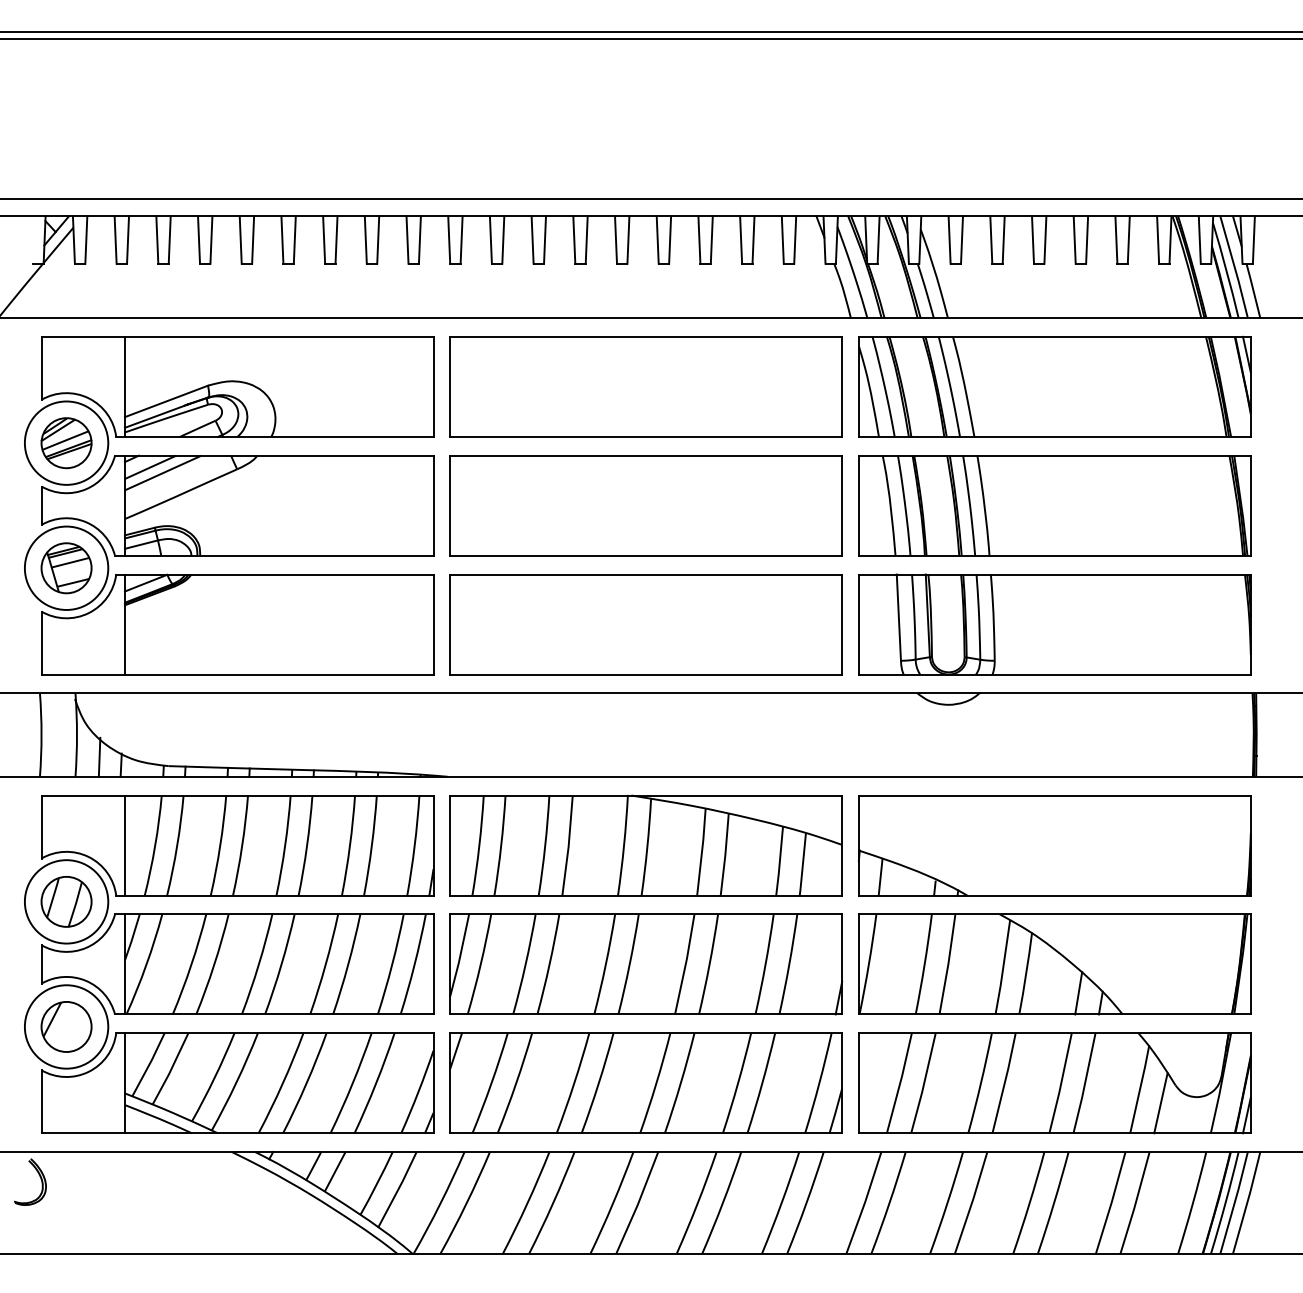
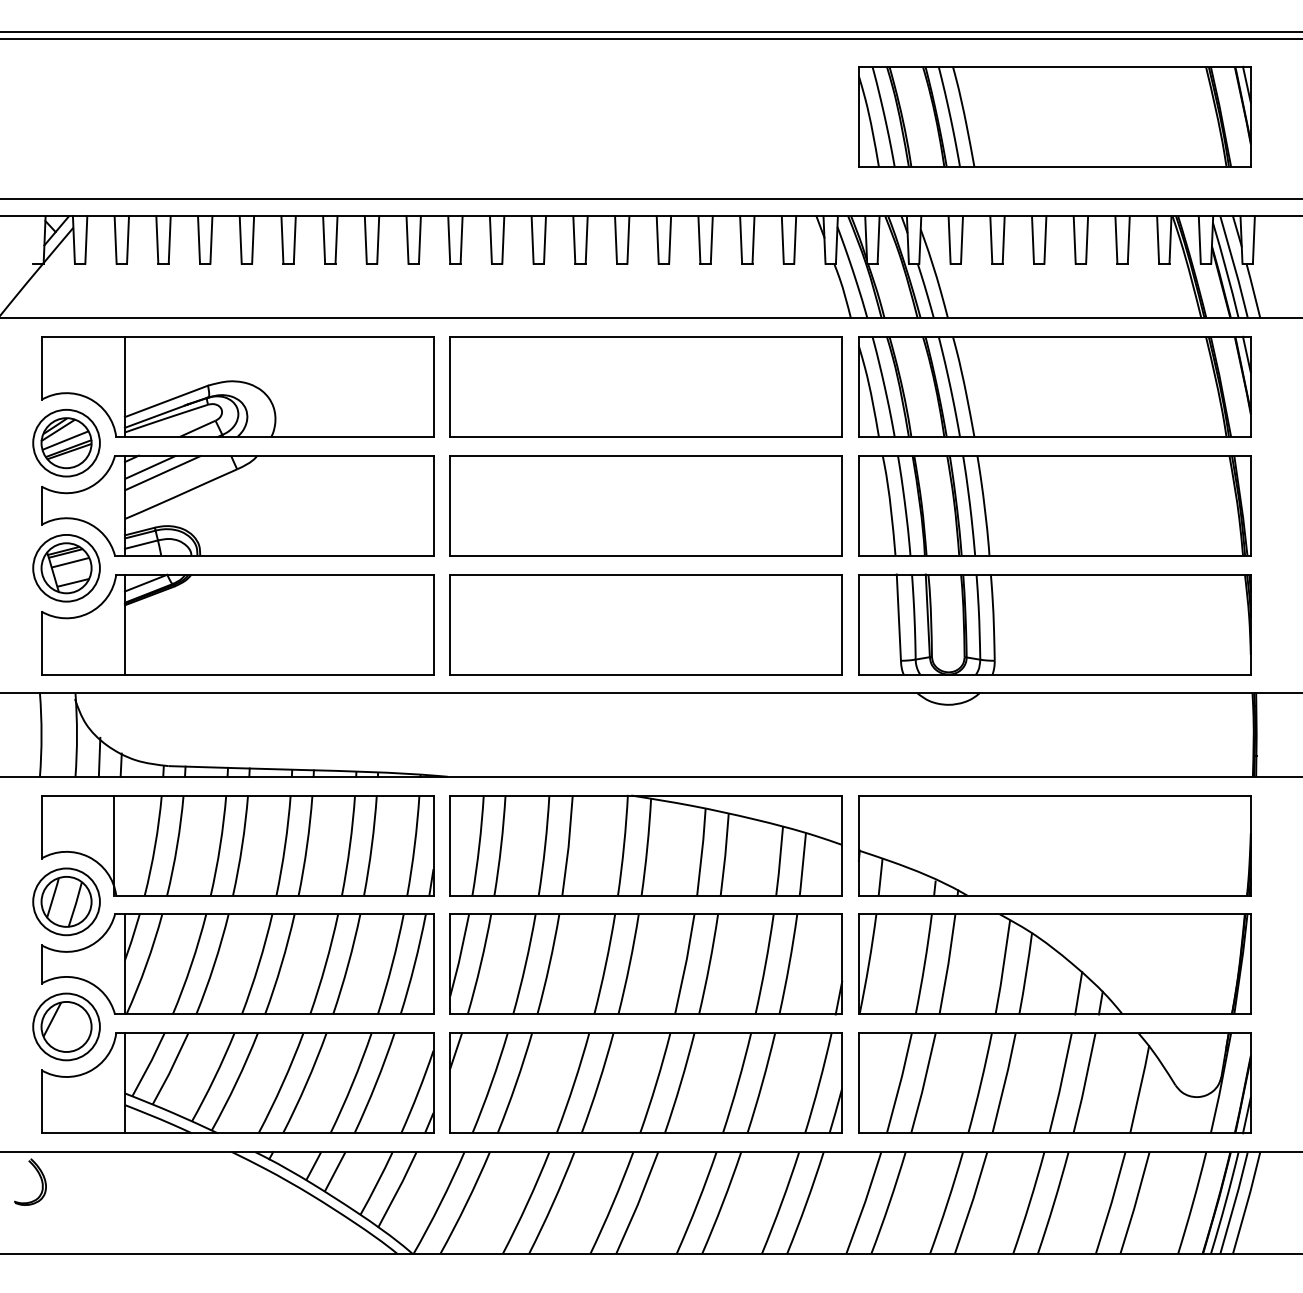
part at (1054, 116): none -> present
circle at (66, 442) diameter: 83 px -> 67 px
circle at (66, 567) diameter: 83 px -> 67 px
line at (124, 845) position: (124, 845) -> (113, 845)
circle at (66, 901) diameter: 83 px -> 67 px
circle at (66, 1026) diameter: 83 px -> 67 px
line at (1160, 1103): present -> none
